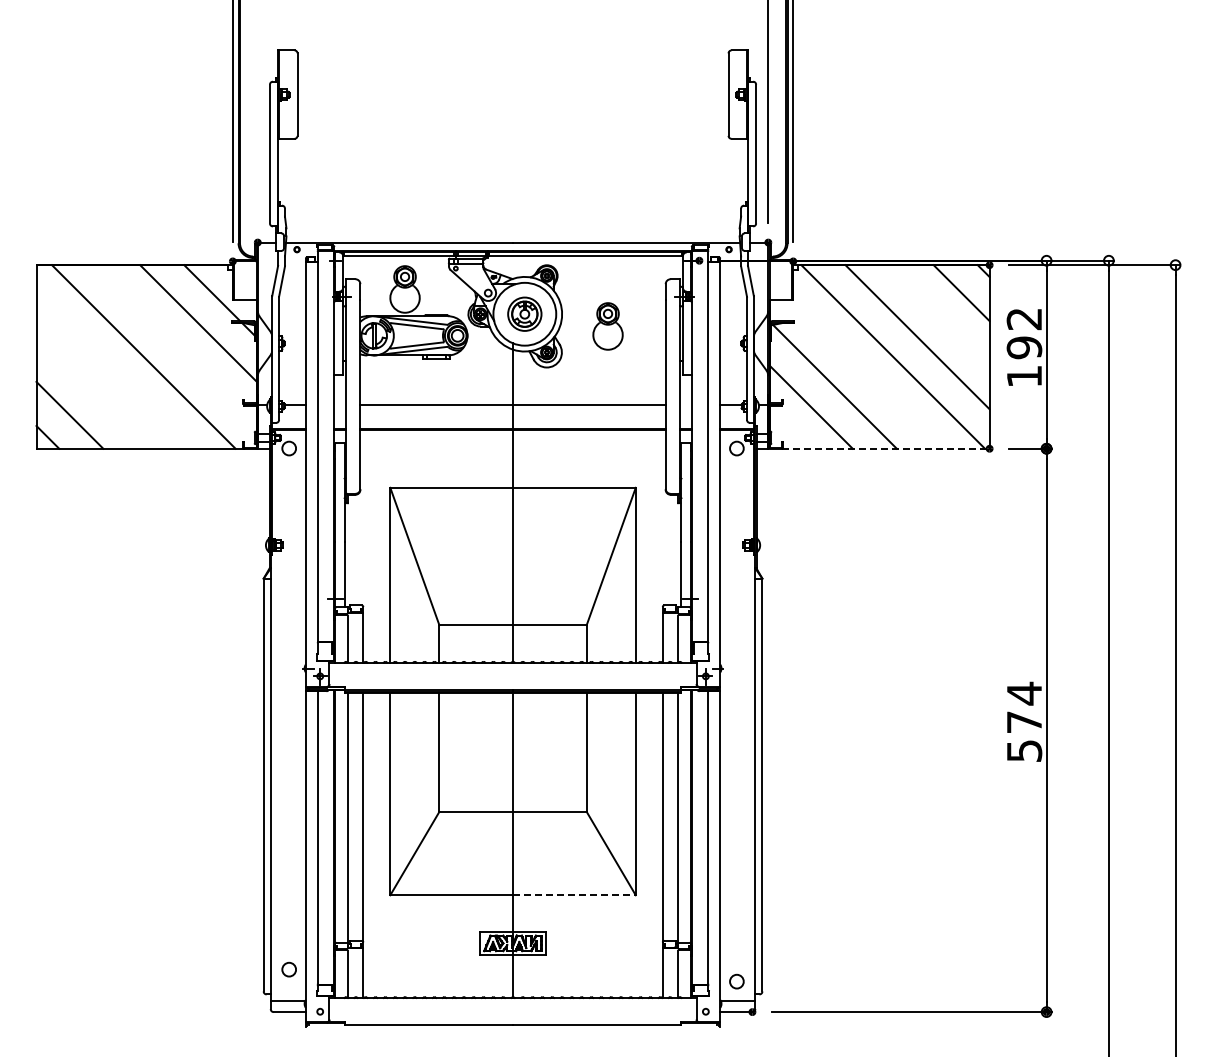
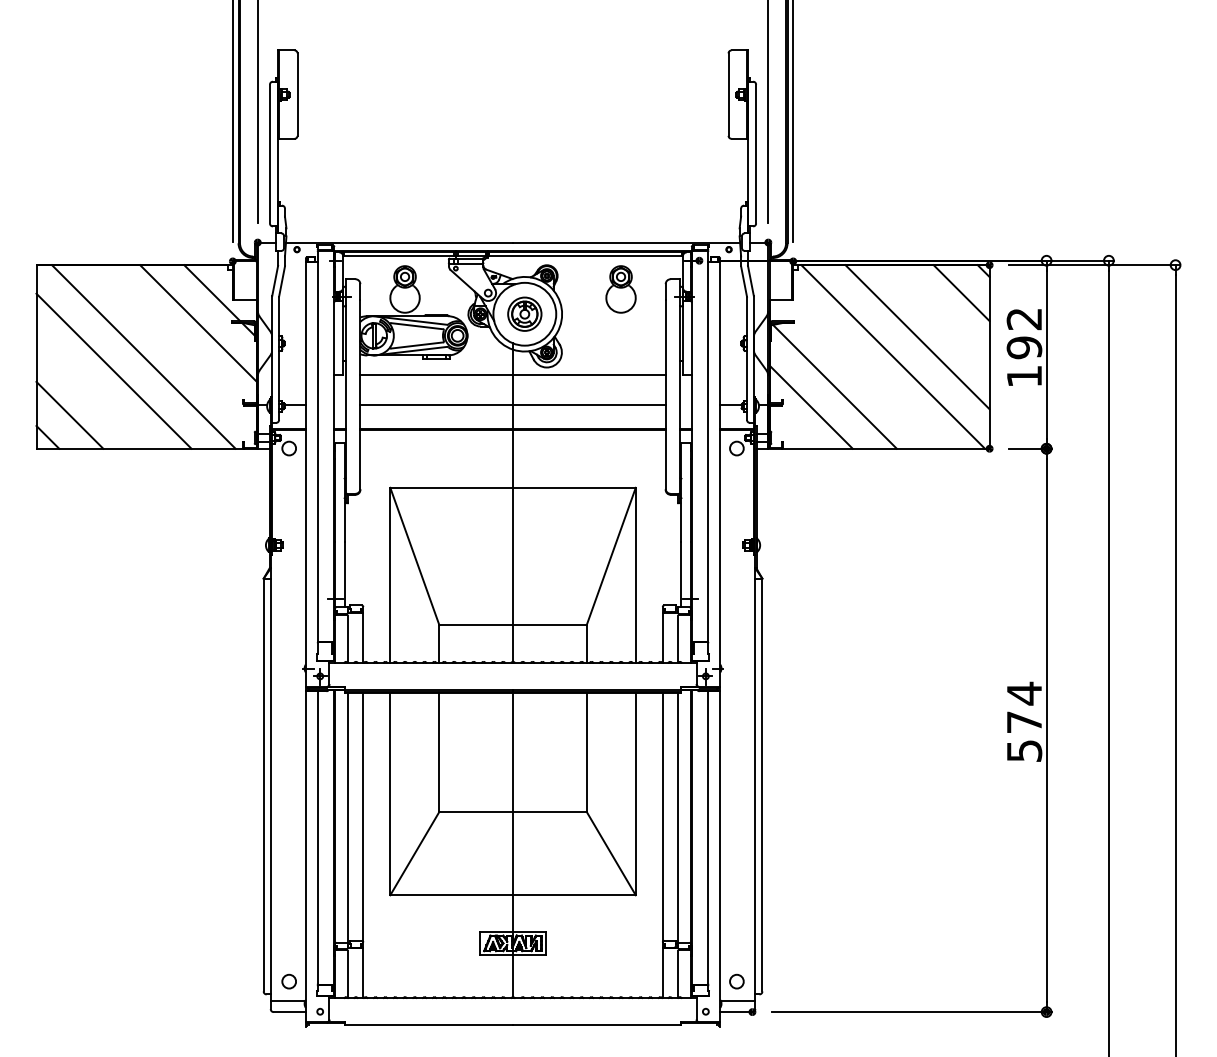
line at (257, 112): none -> present
part at (607, 326) position: (607, 326) -> (620, 289)
line at (113, 370): none -> present
line at (512, 375): none -> present
line at (885, 448): dashed -> solid
line at (574, 895): dashed -> solid
circle at (288, 969) position: (288, 969) -> (288, 981)
